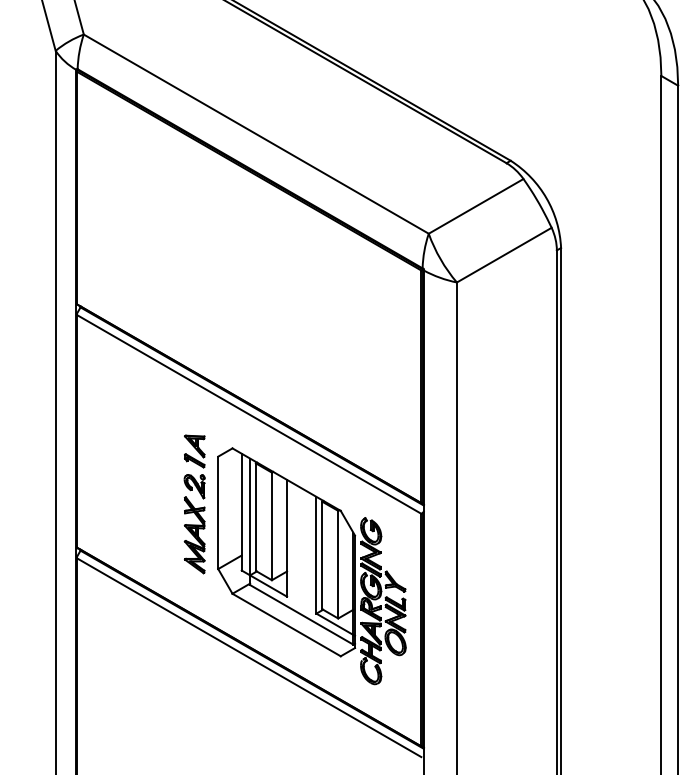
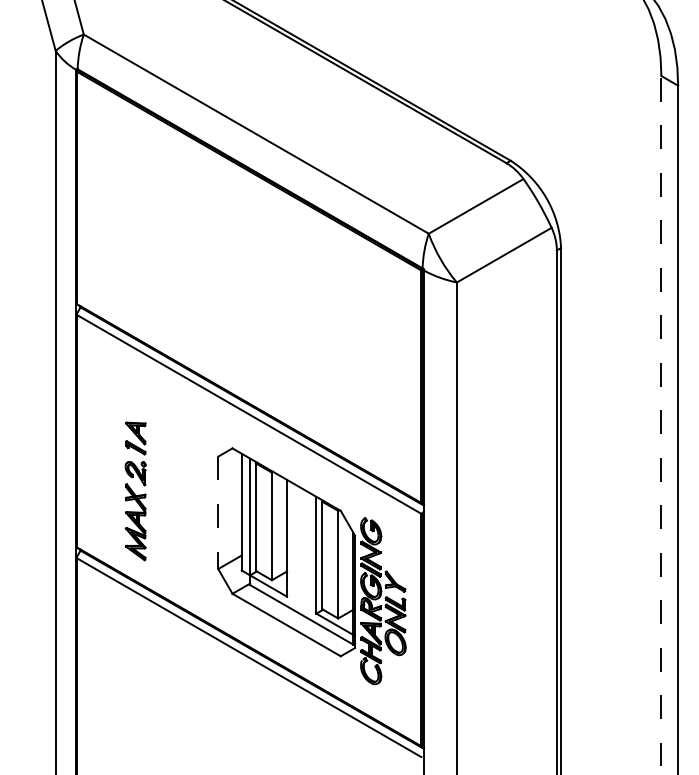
line at (661, 424): solid -> dashed
part at (194, 504) position: (194, 504) -> (135, 491)
line at (218, 513): solid -> dashed
